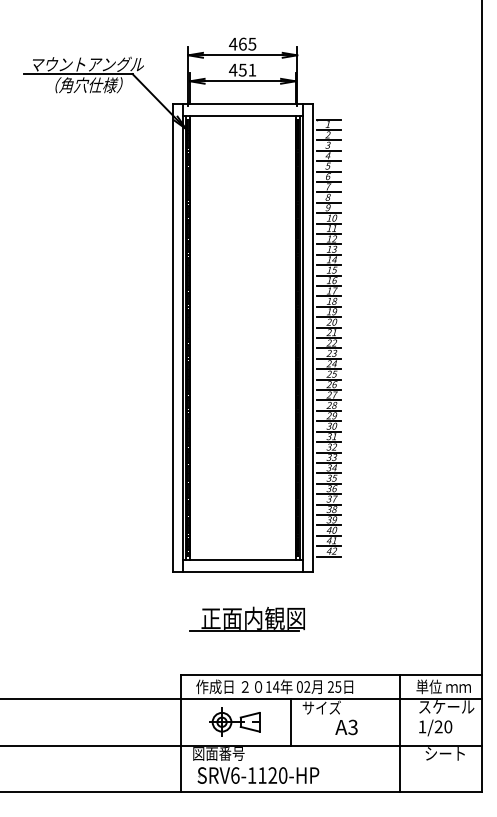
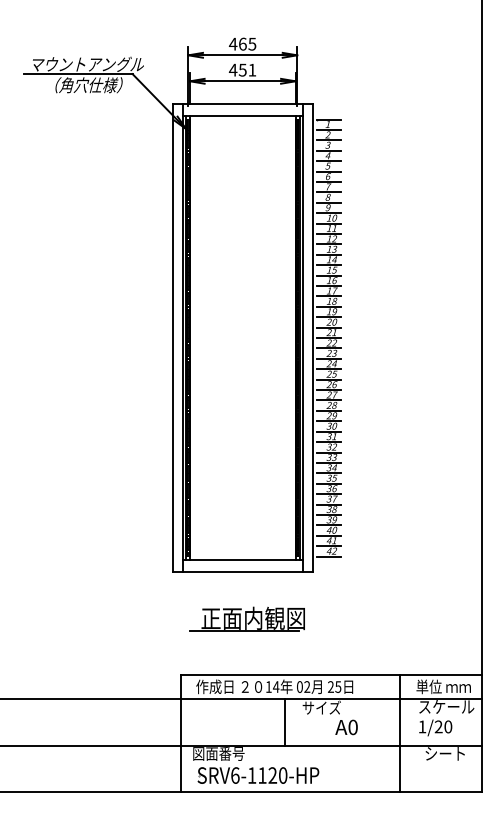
part at (234, 721): present -> none
line at (290, 721) position: (290, 721) -> (284, 721)
text at (352, 726): A3 -> A0
